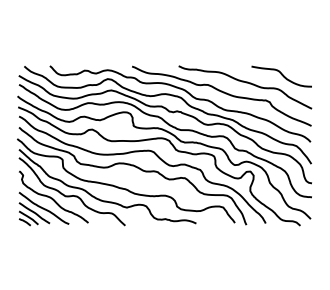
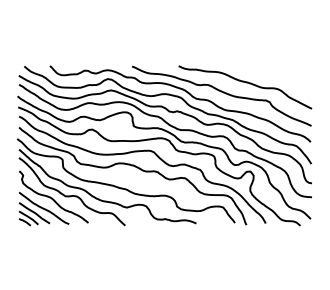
curve at (281, 75): present -> none
